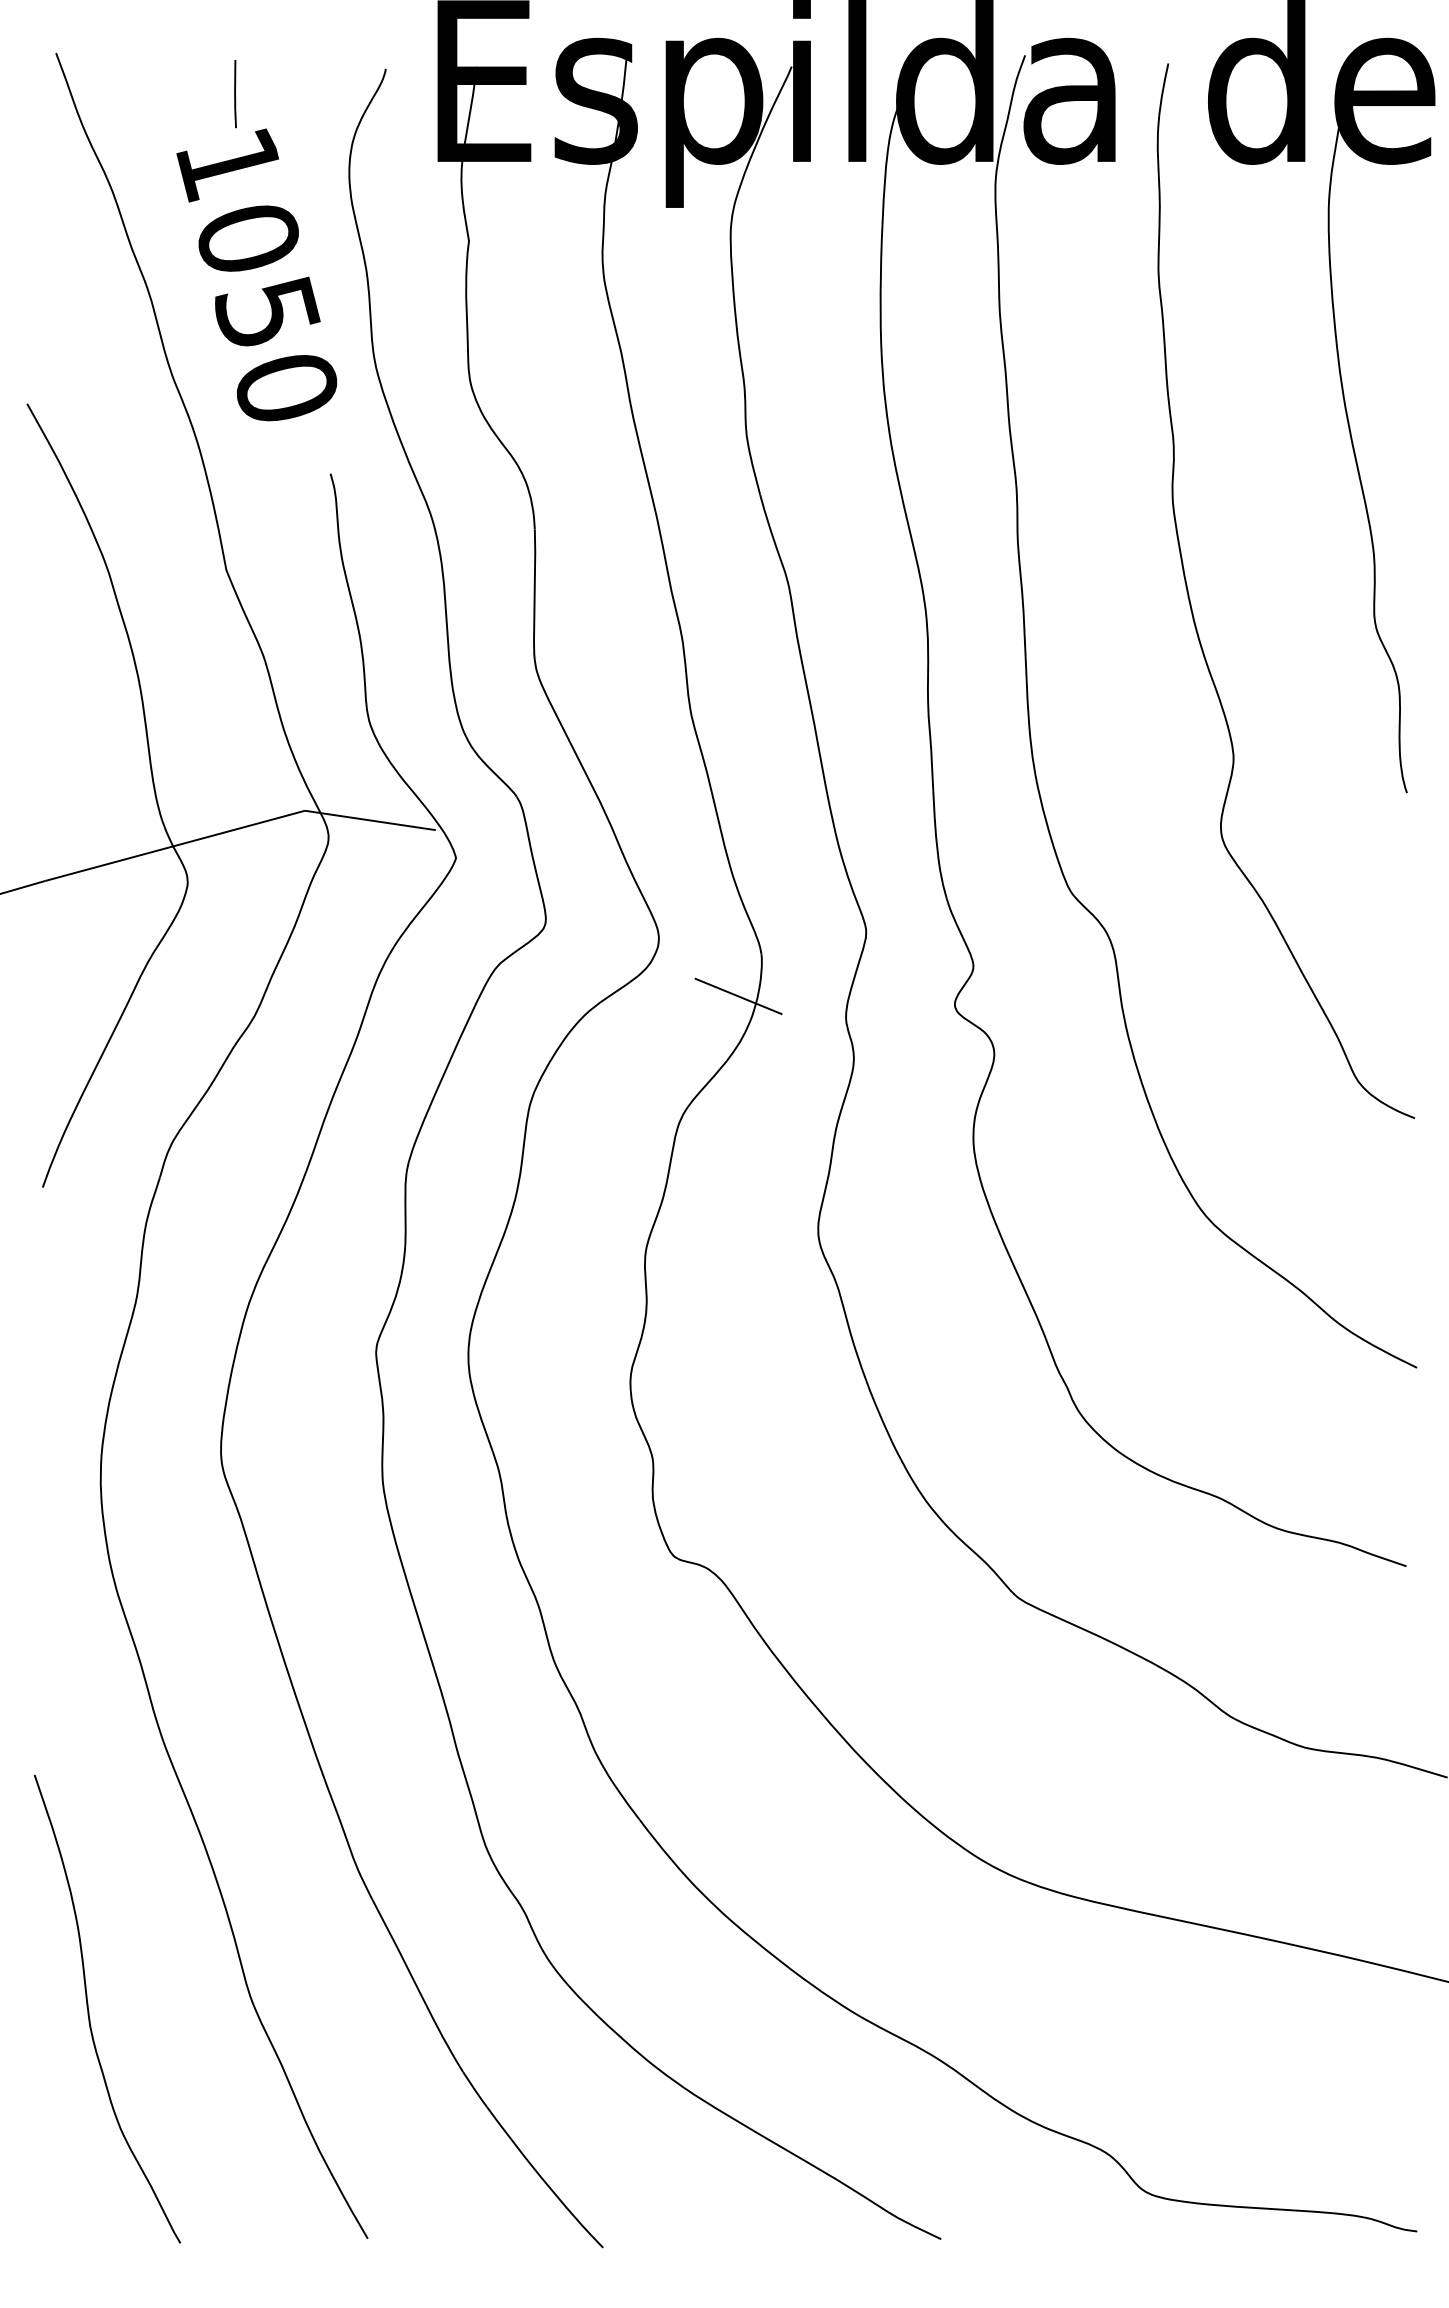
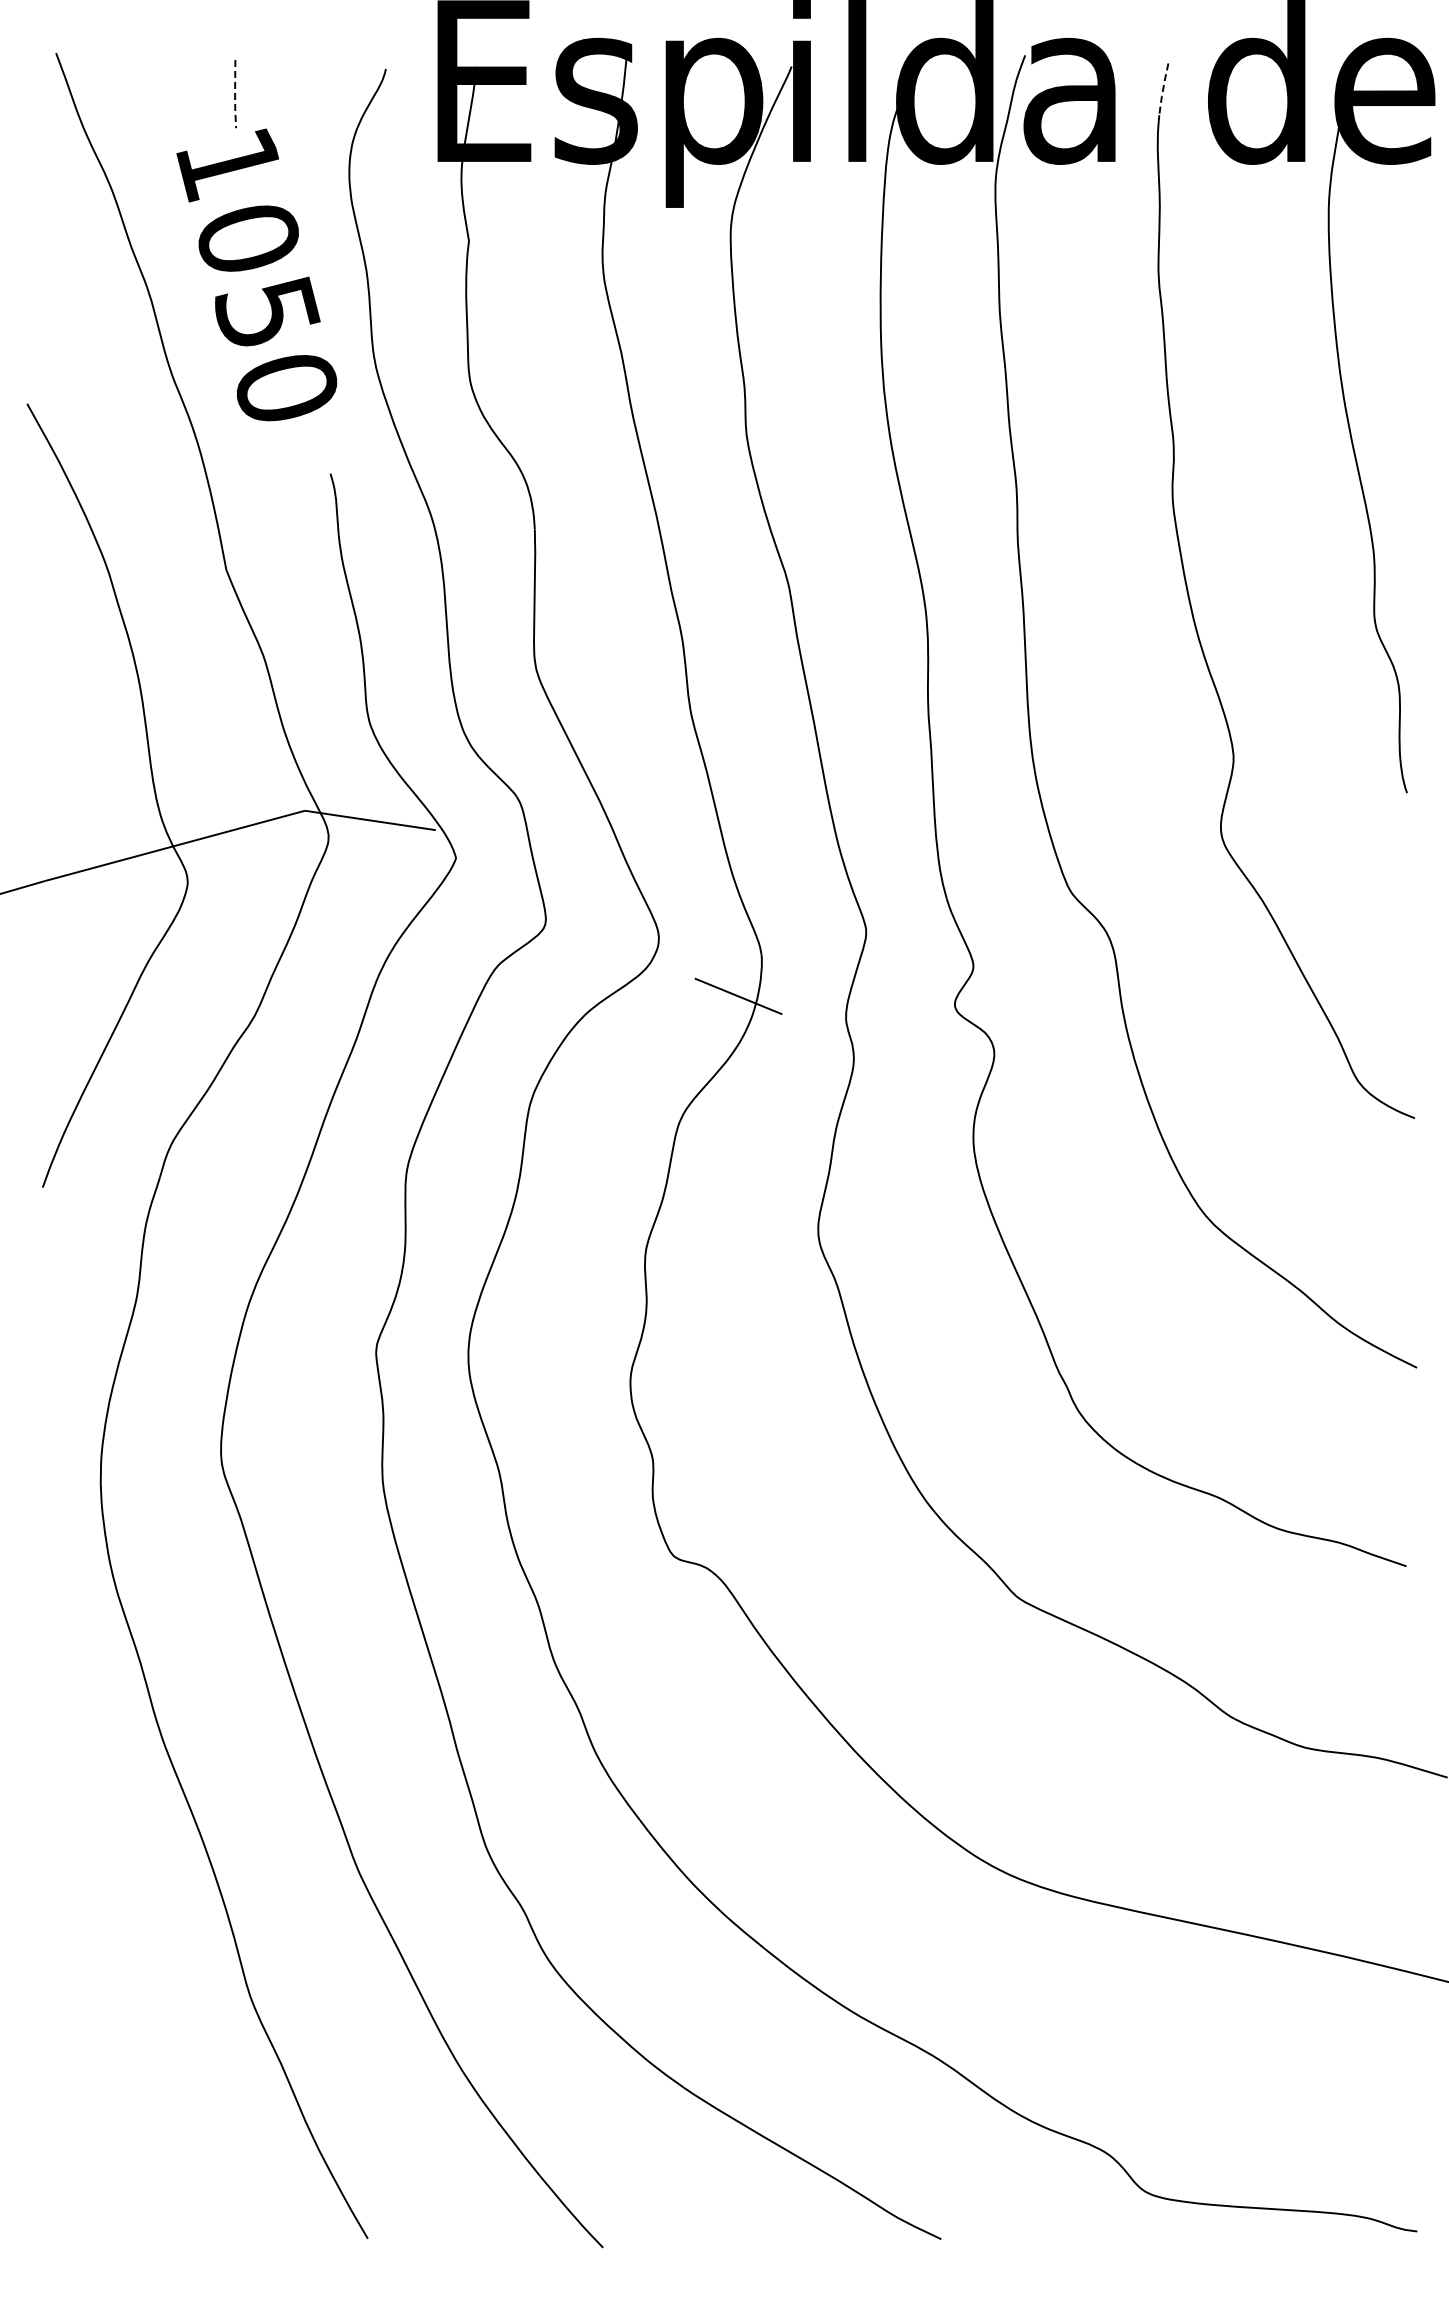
line at (1163, 89): solid -> dashed
line at (235, 94): solid -> dashed
curve at (89, 2010): present -> none
